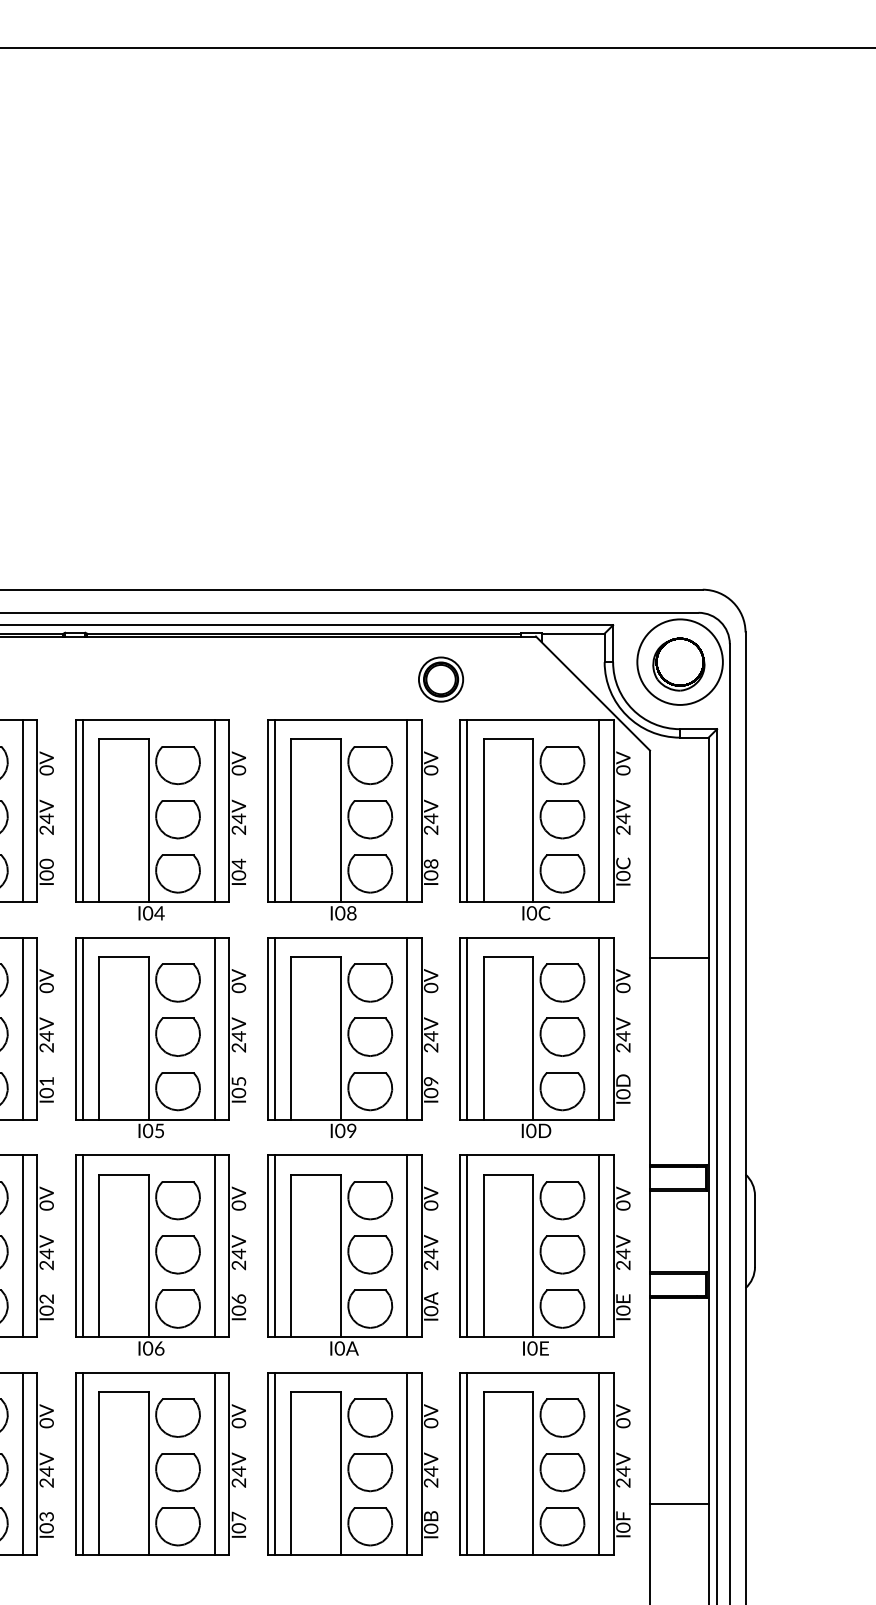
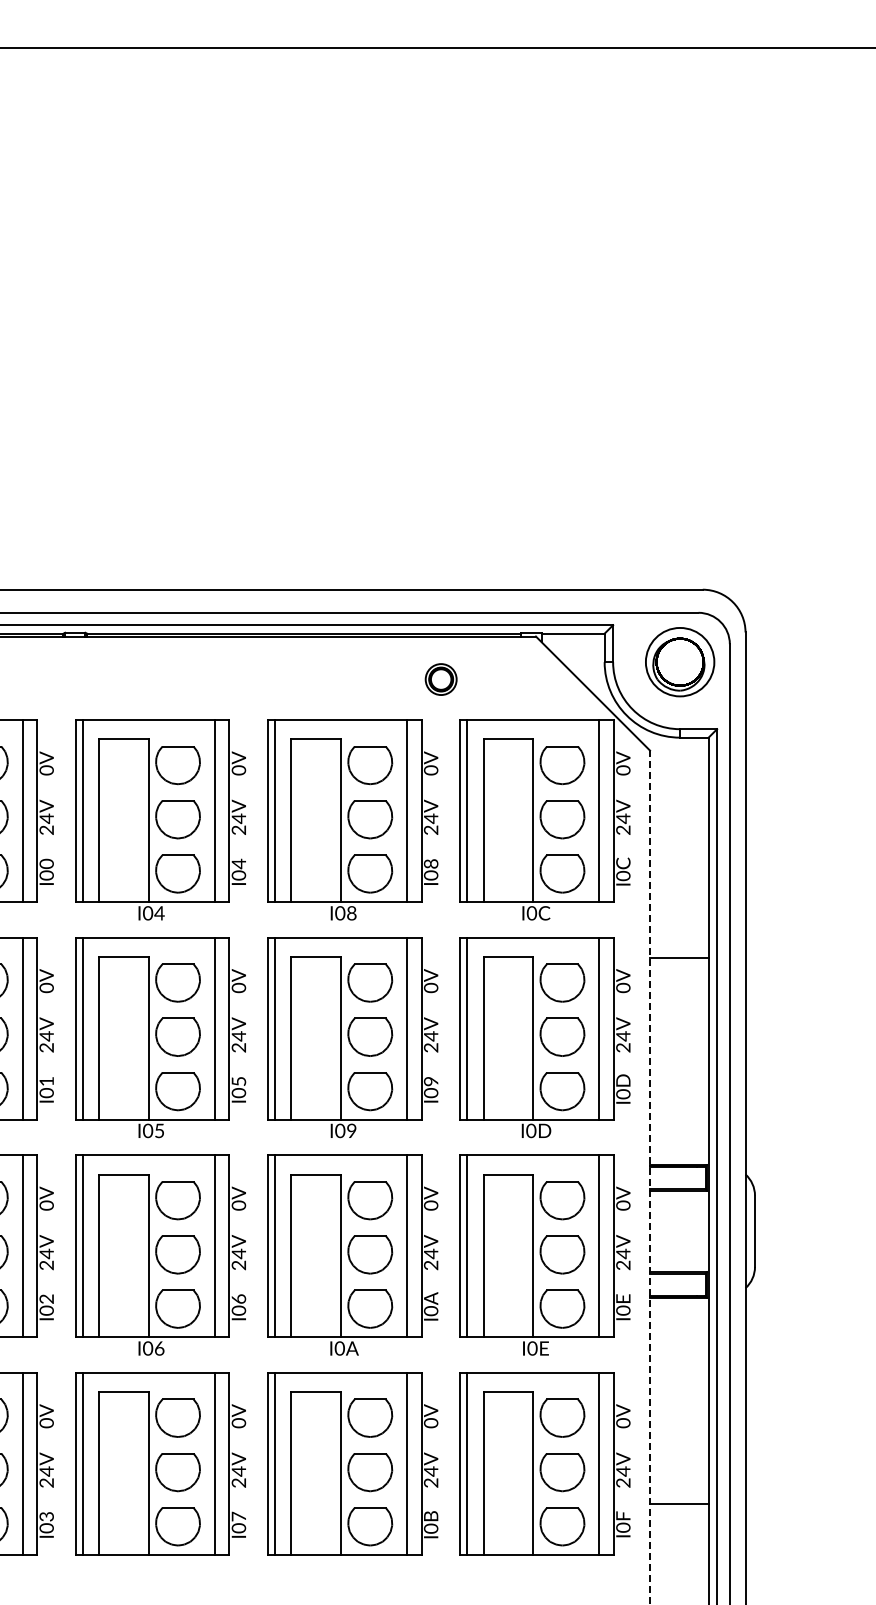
circle at (679, 661) diameter: 86 px -> 68 px
part at (441, 679) size: 47x47 px -> 34x33 px
line at (650, 1177): solid -> dashed
